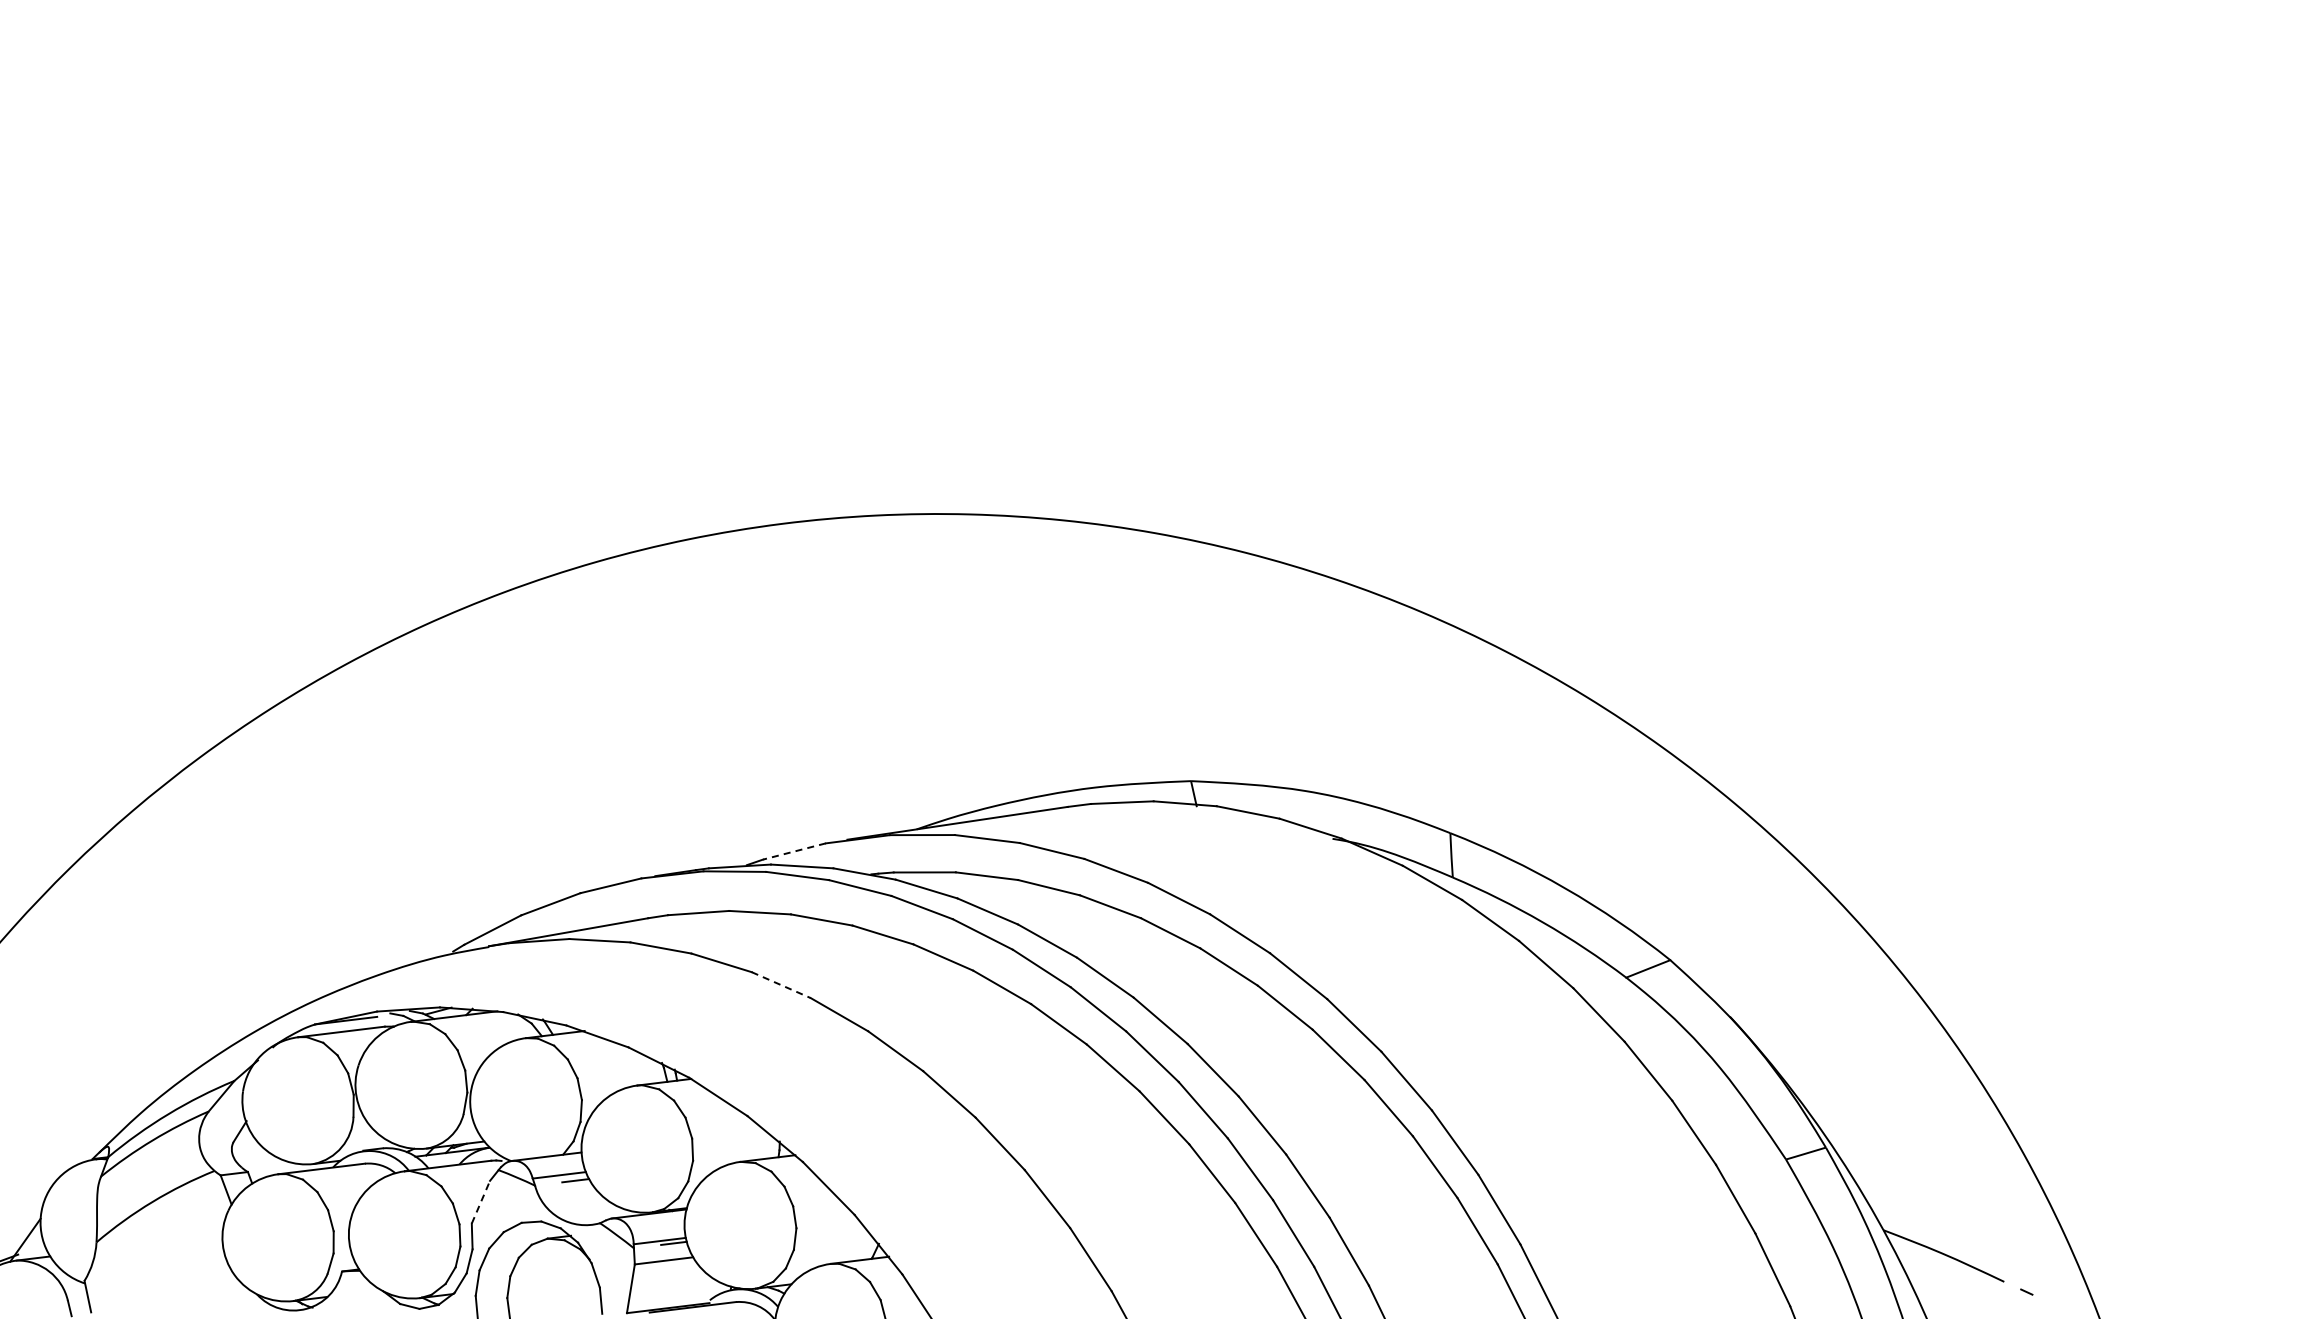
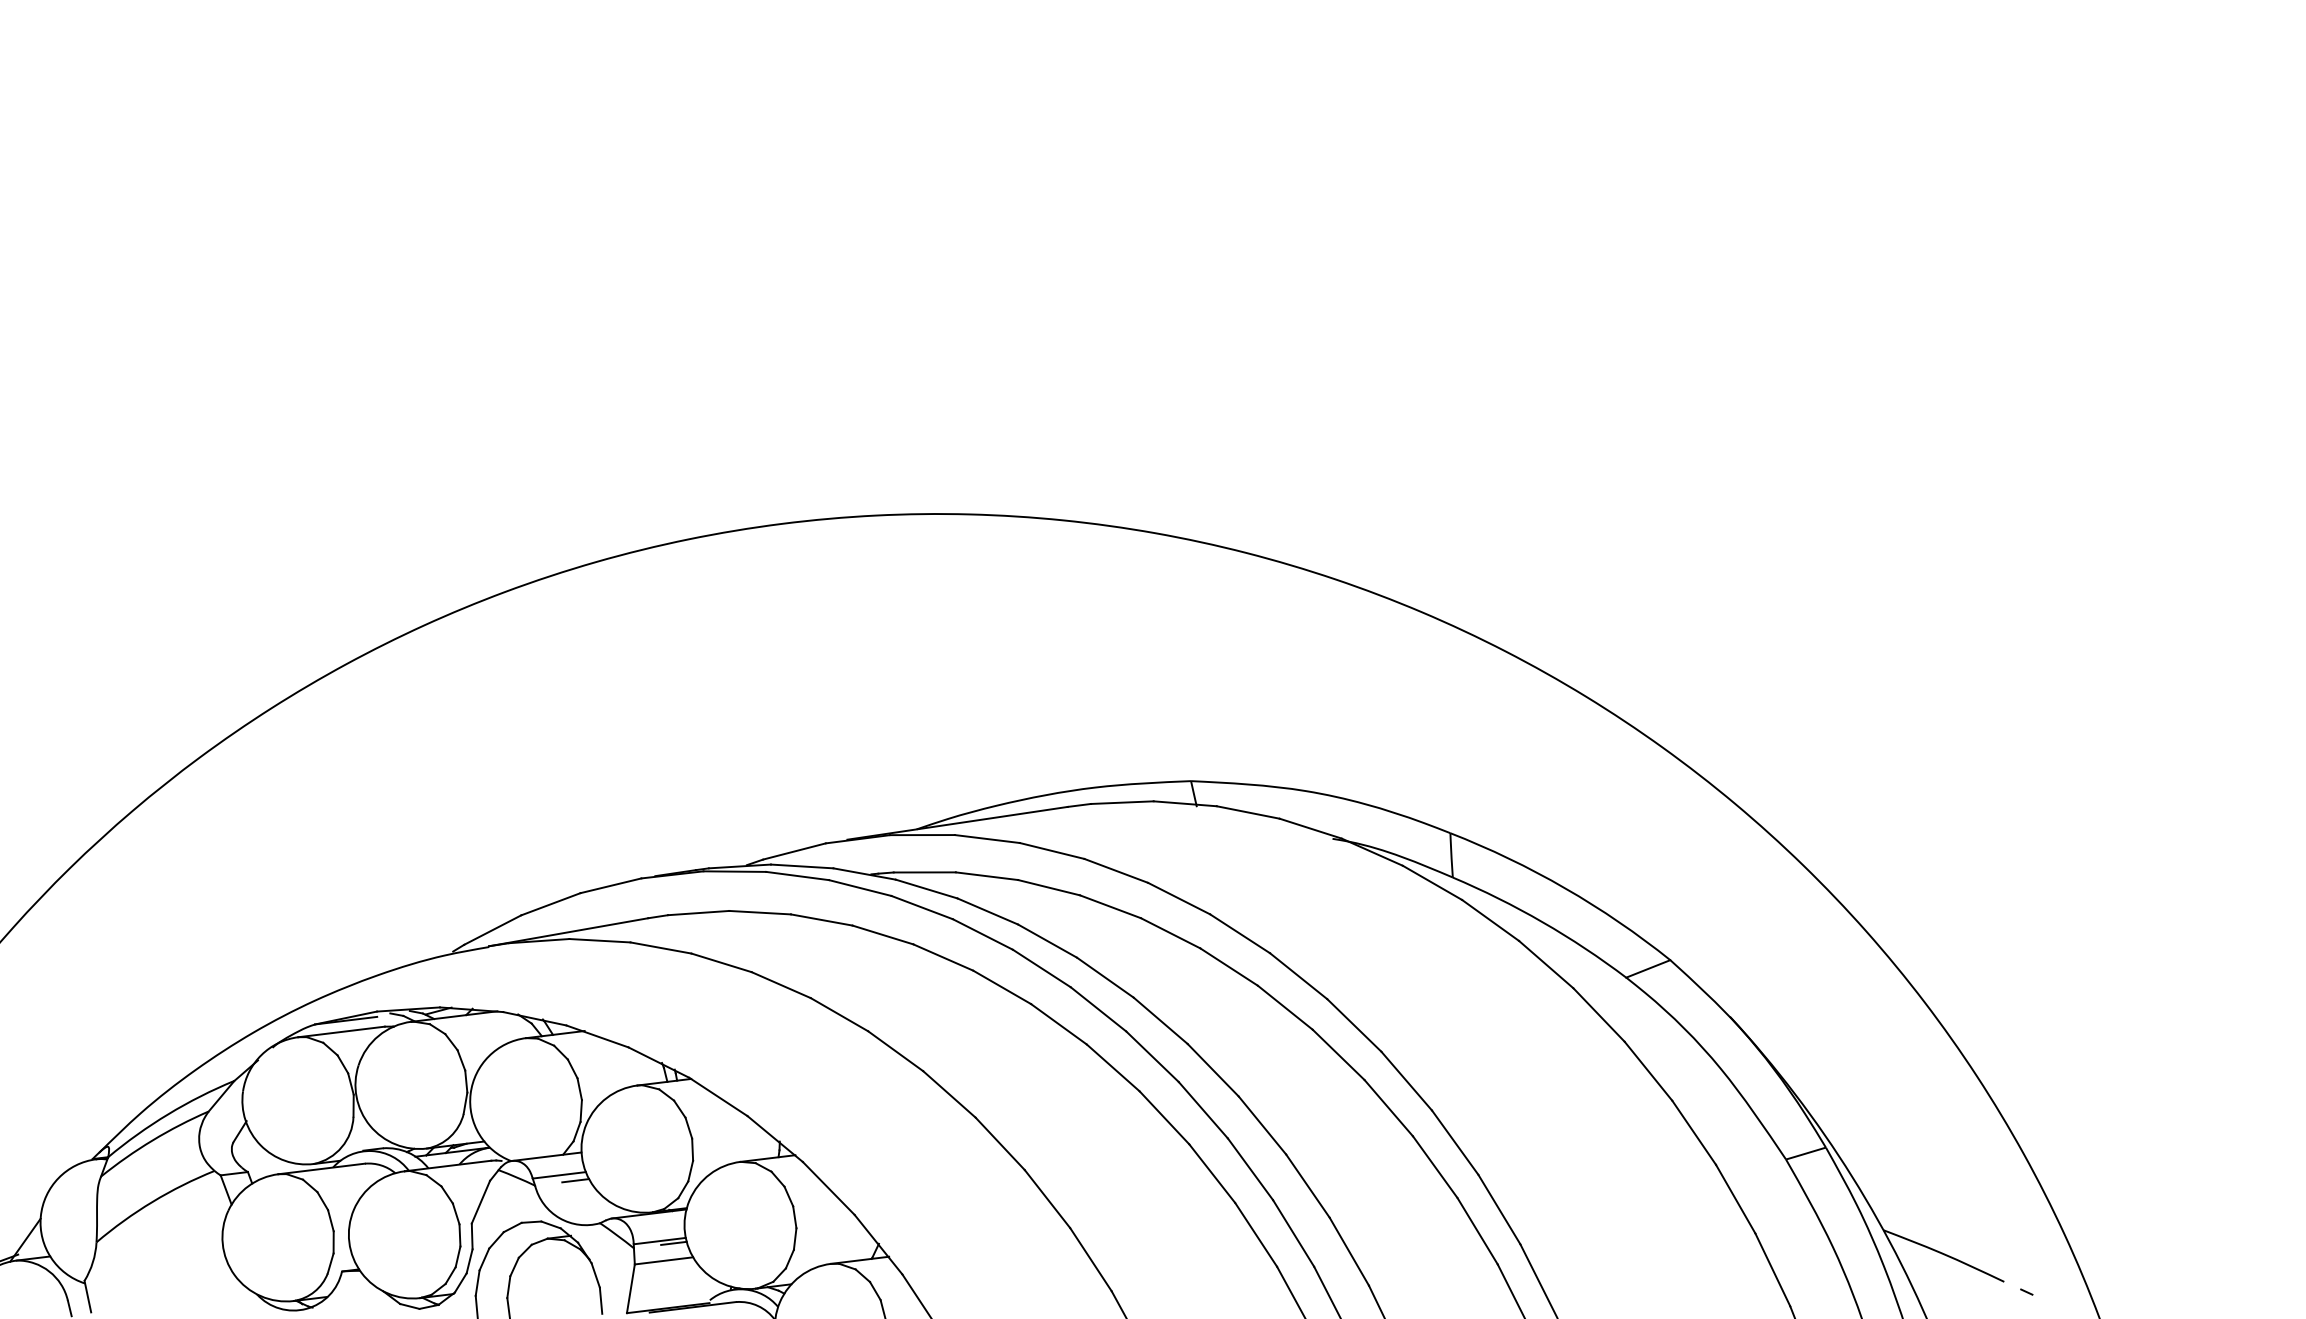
line at (793, 851): dashed -> solid
line at (781, 985): dashed -> solid
line at (481, 1201): dashed -> solid
